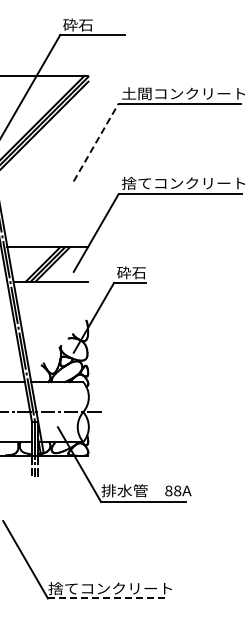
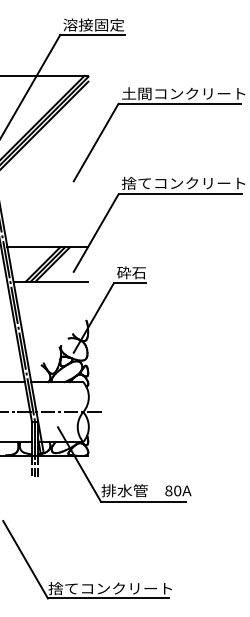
text at (93, 24): 砕石 -> 溶接固定
line at (96, 142): dashed -> solid
text at (177, 490): 88A -> 80A
line at (108, 598): dashed -> solid
